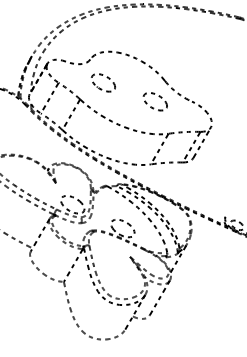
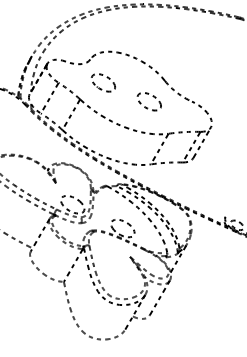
part at (154, 101) position: (154, 101) -> (148, 101)
